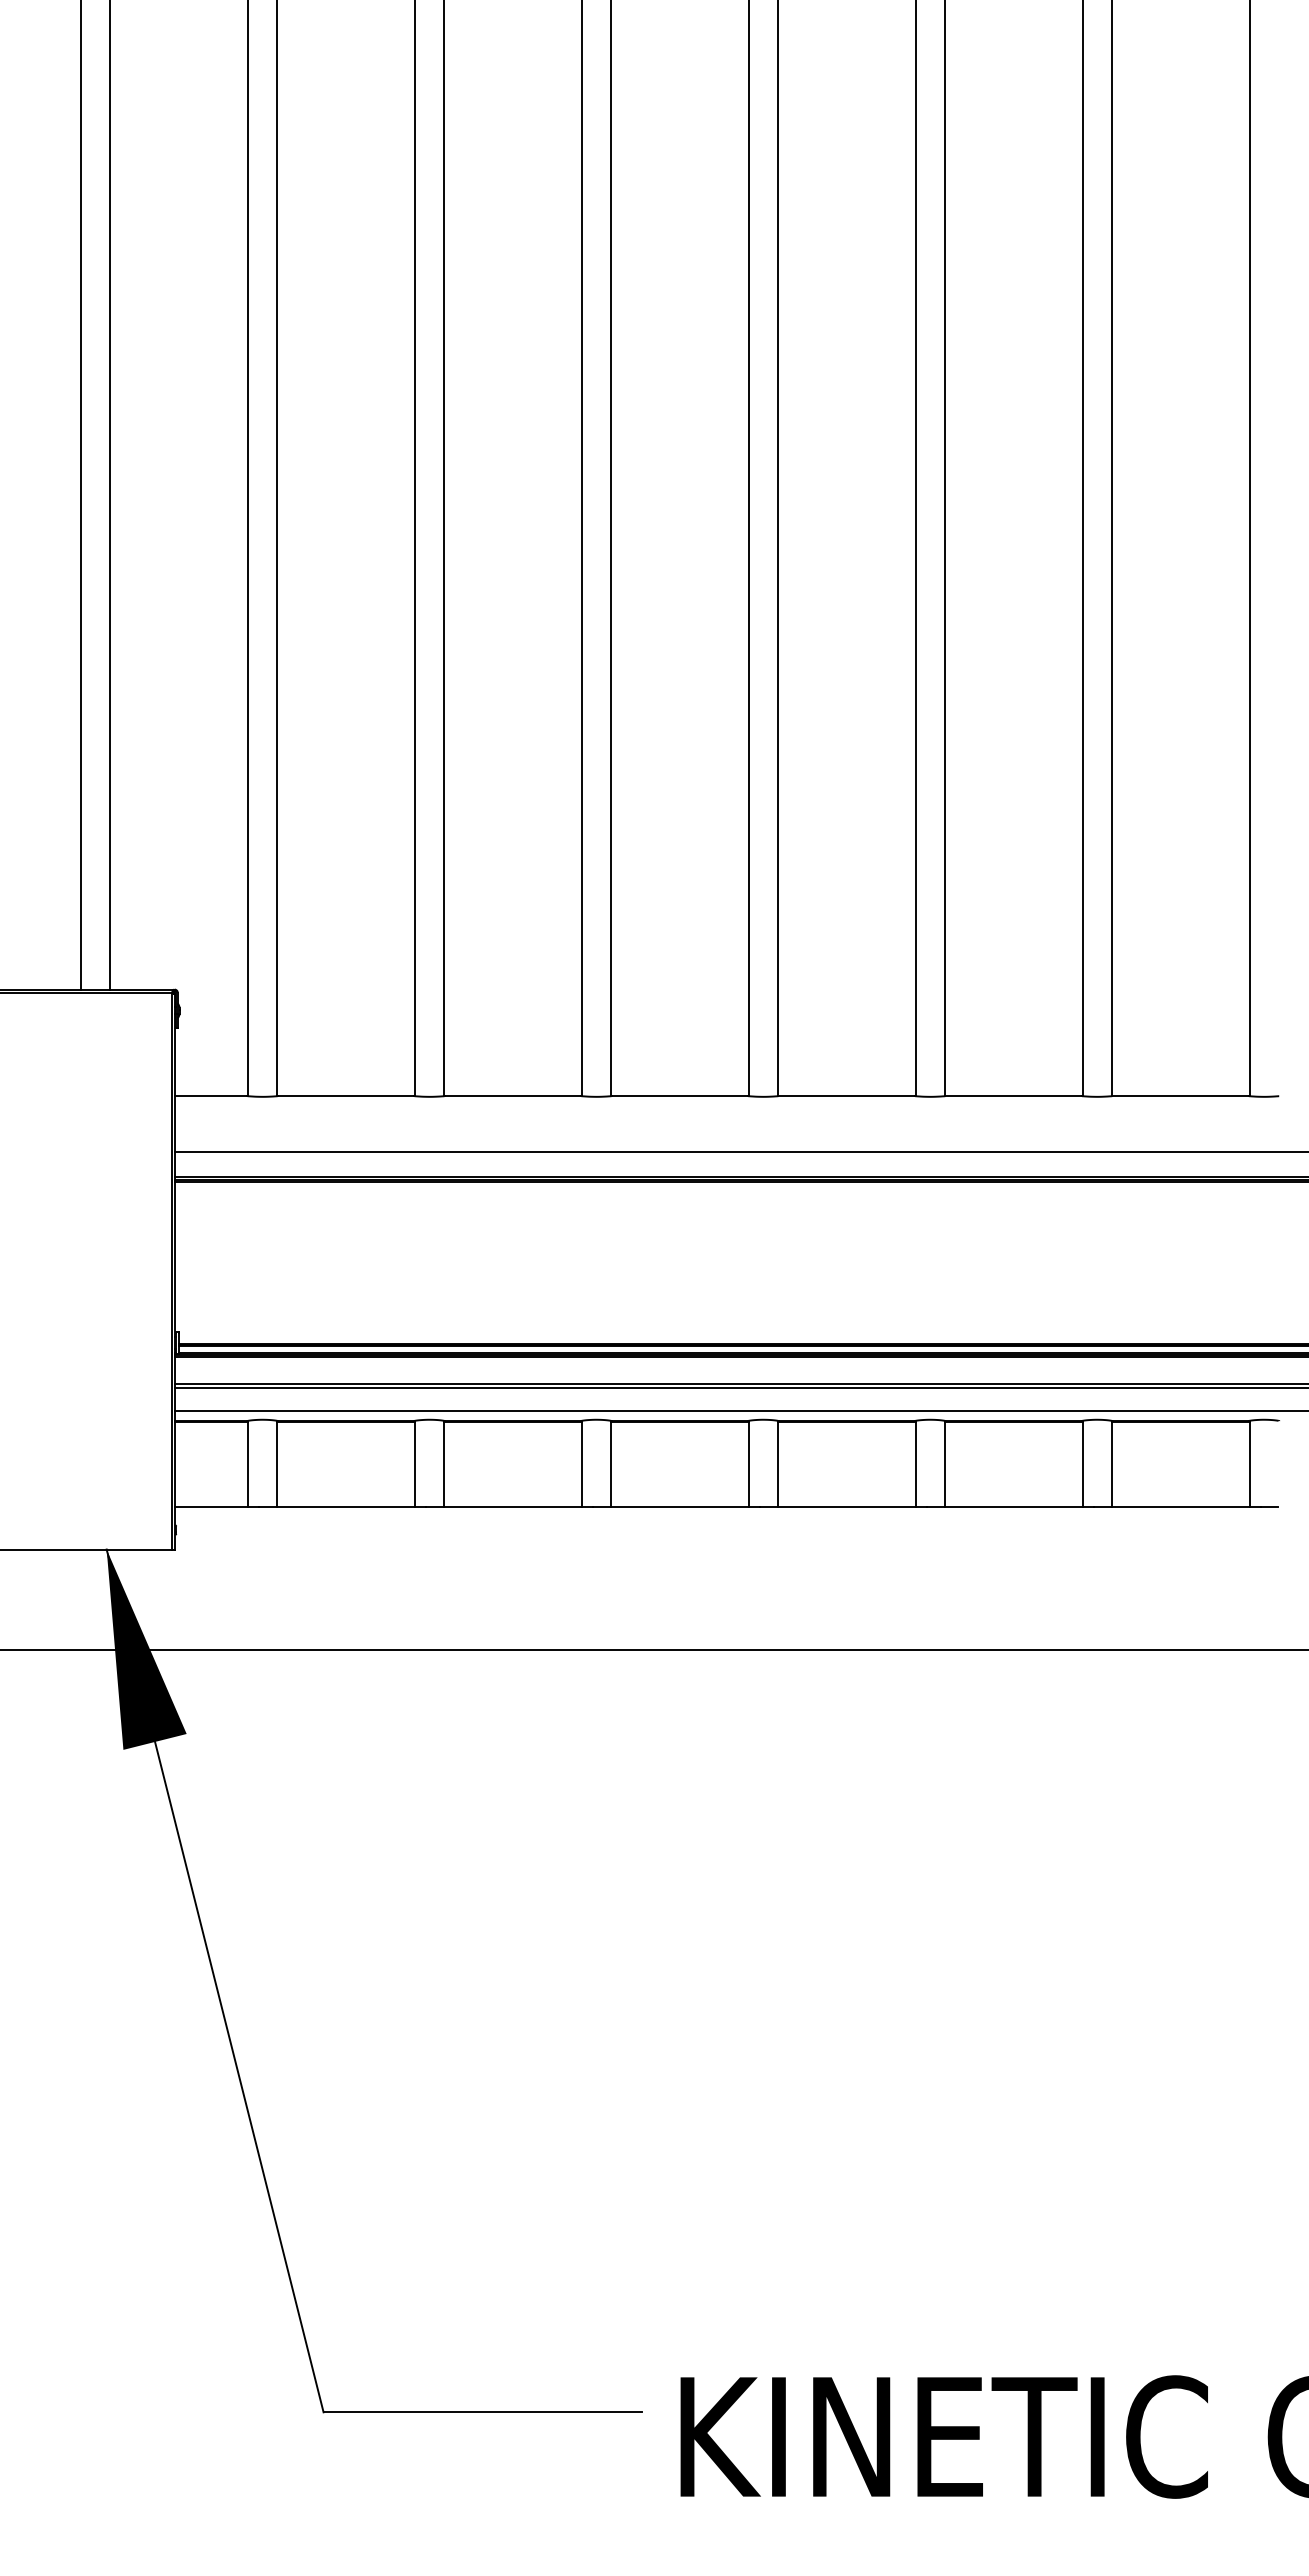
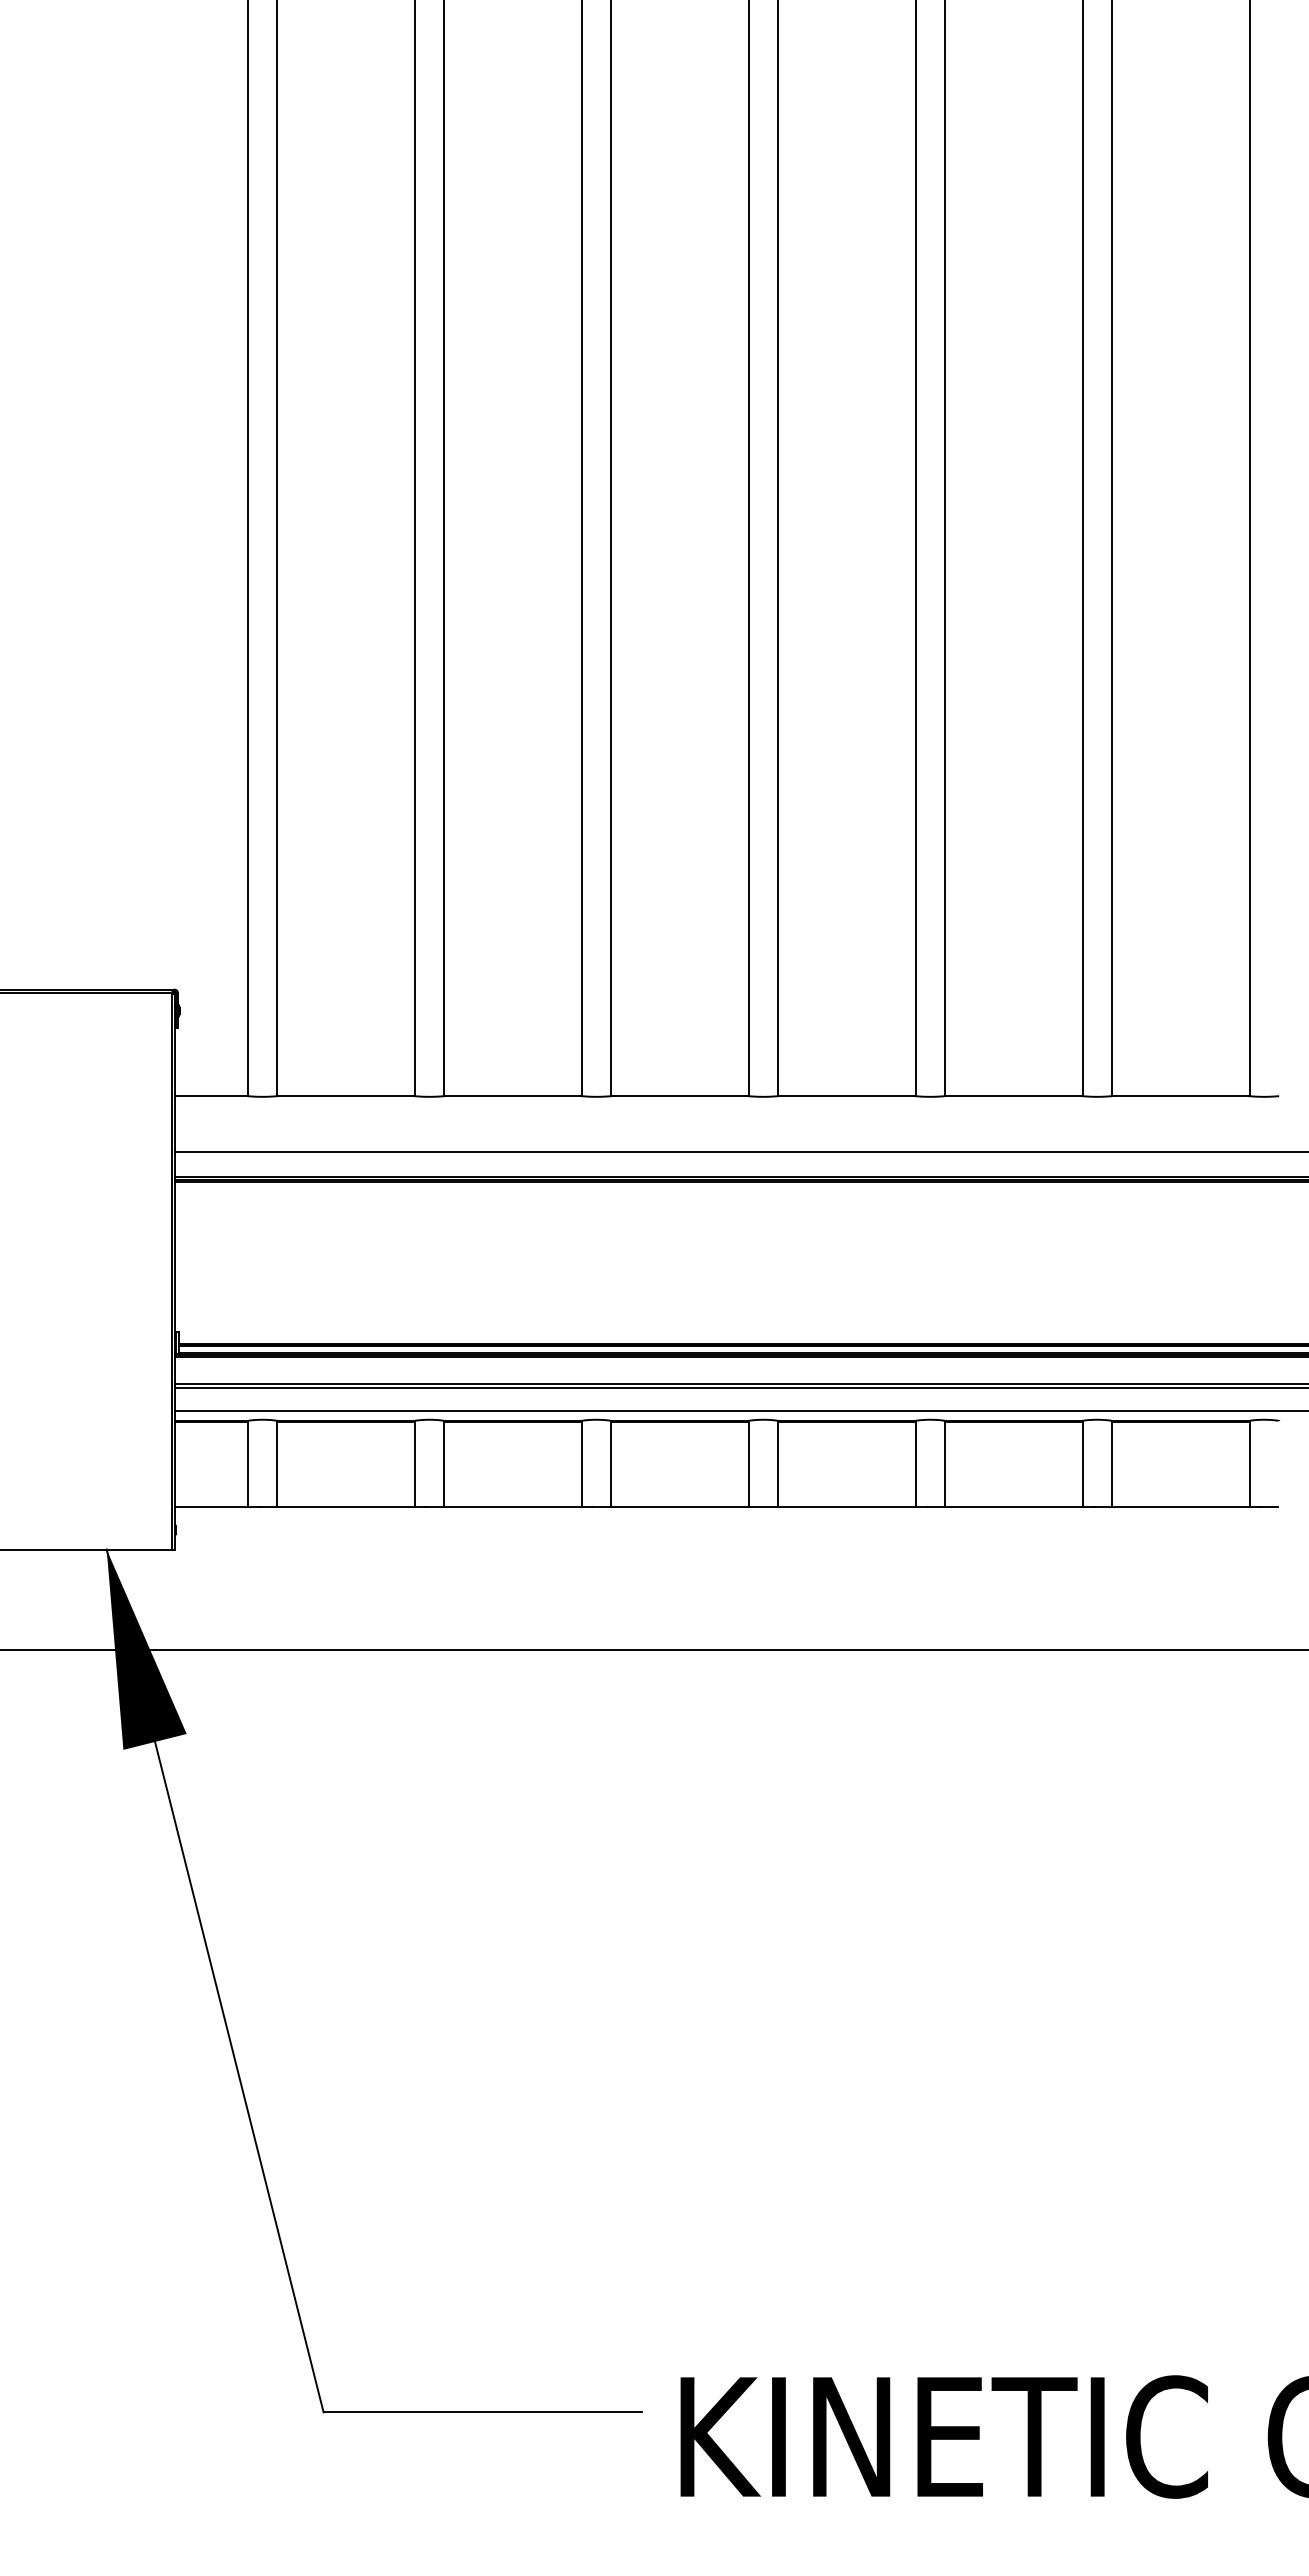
line at (81, 495): present -> none
line at (110, 495): present -> none
